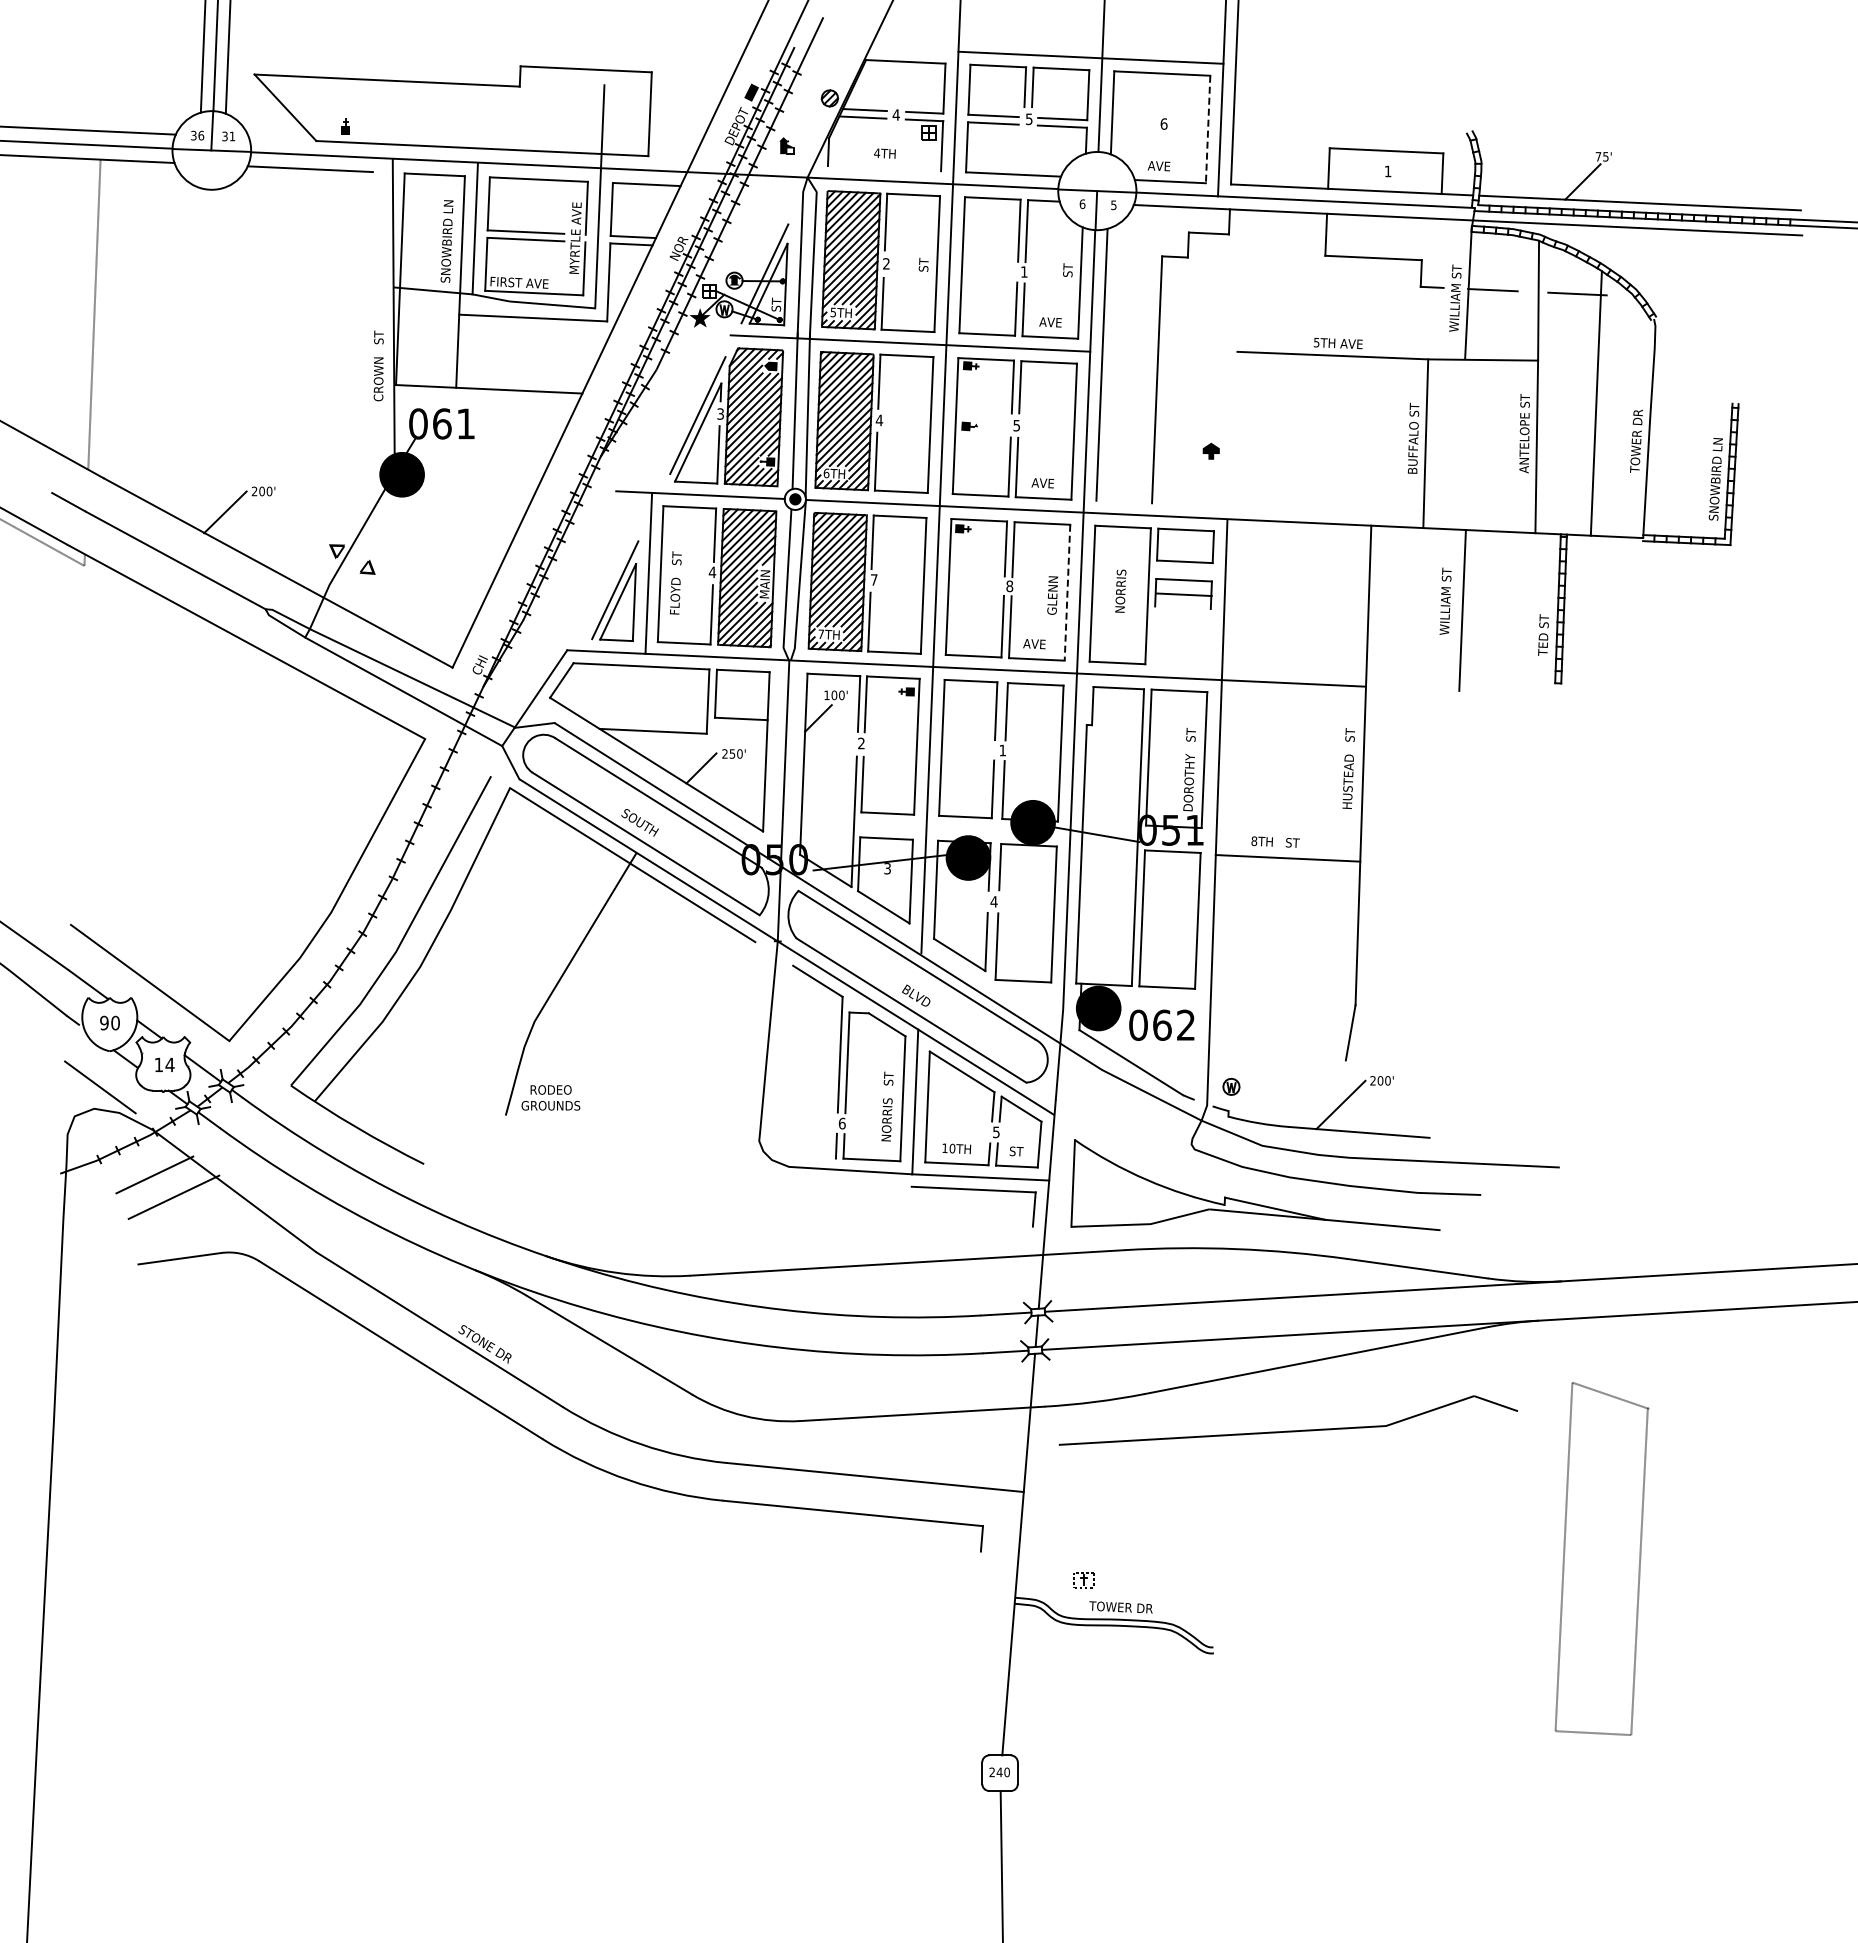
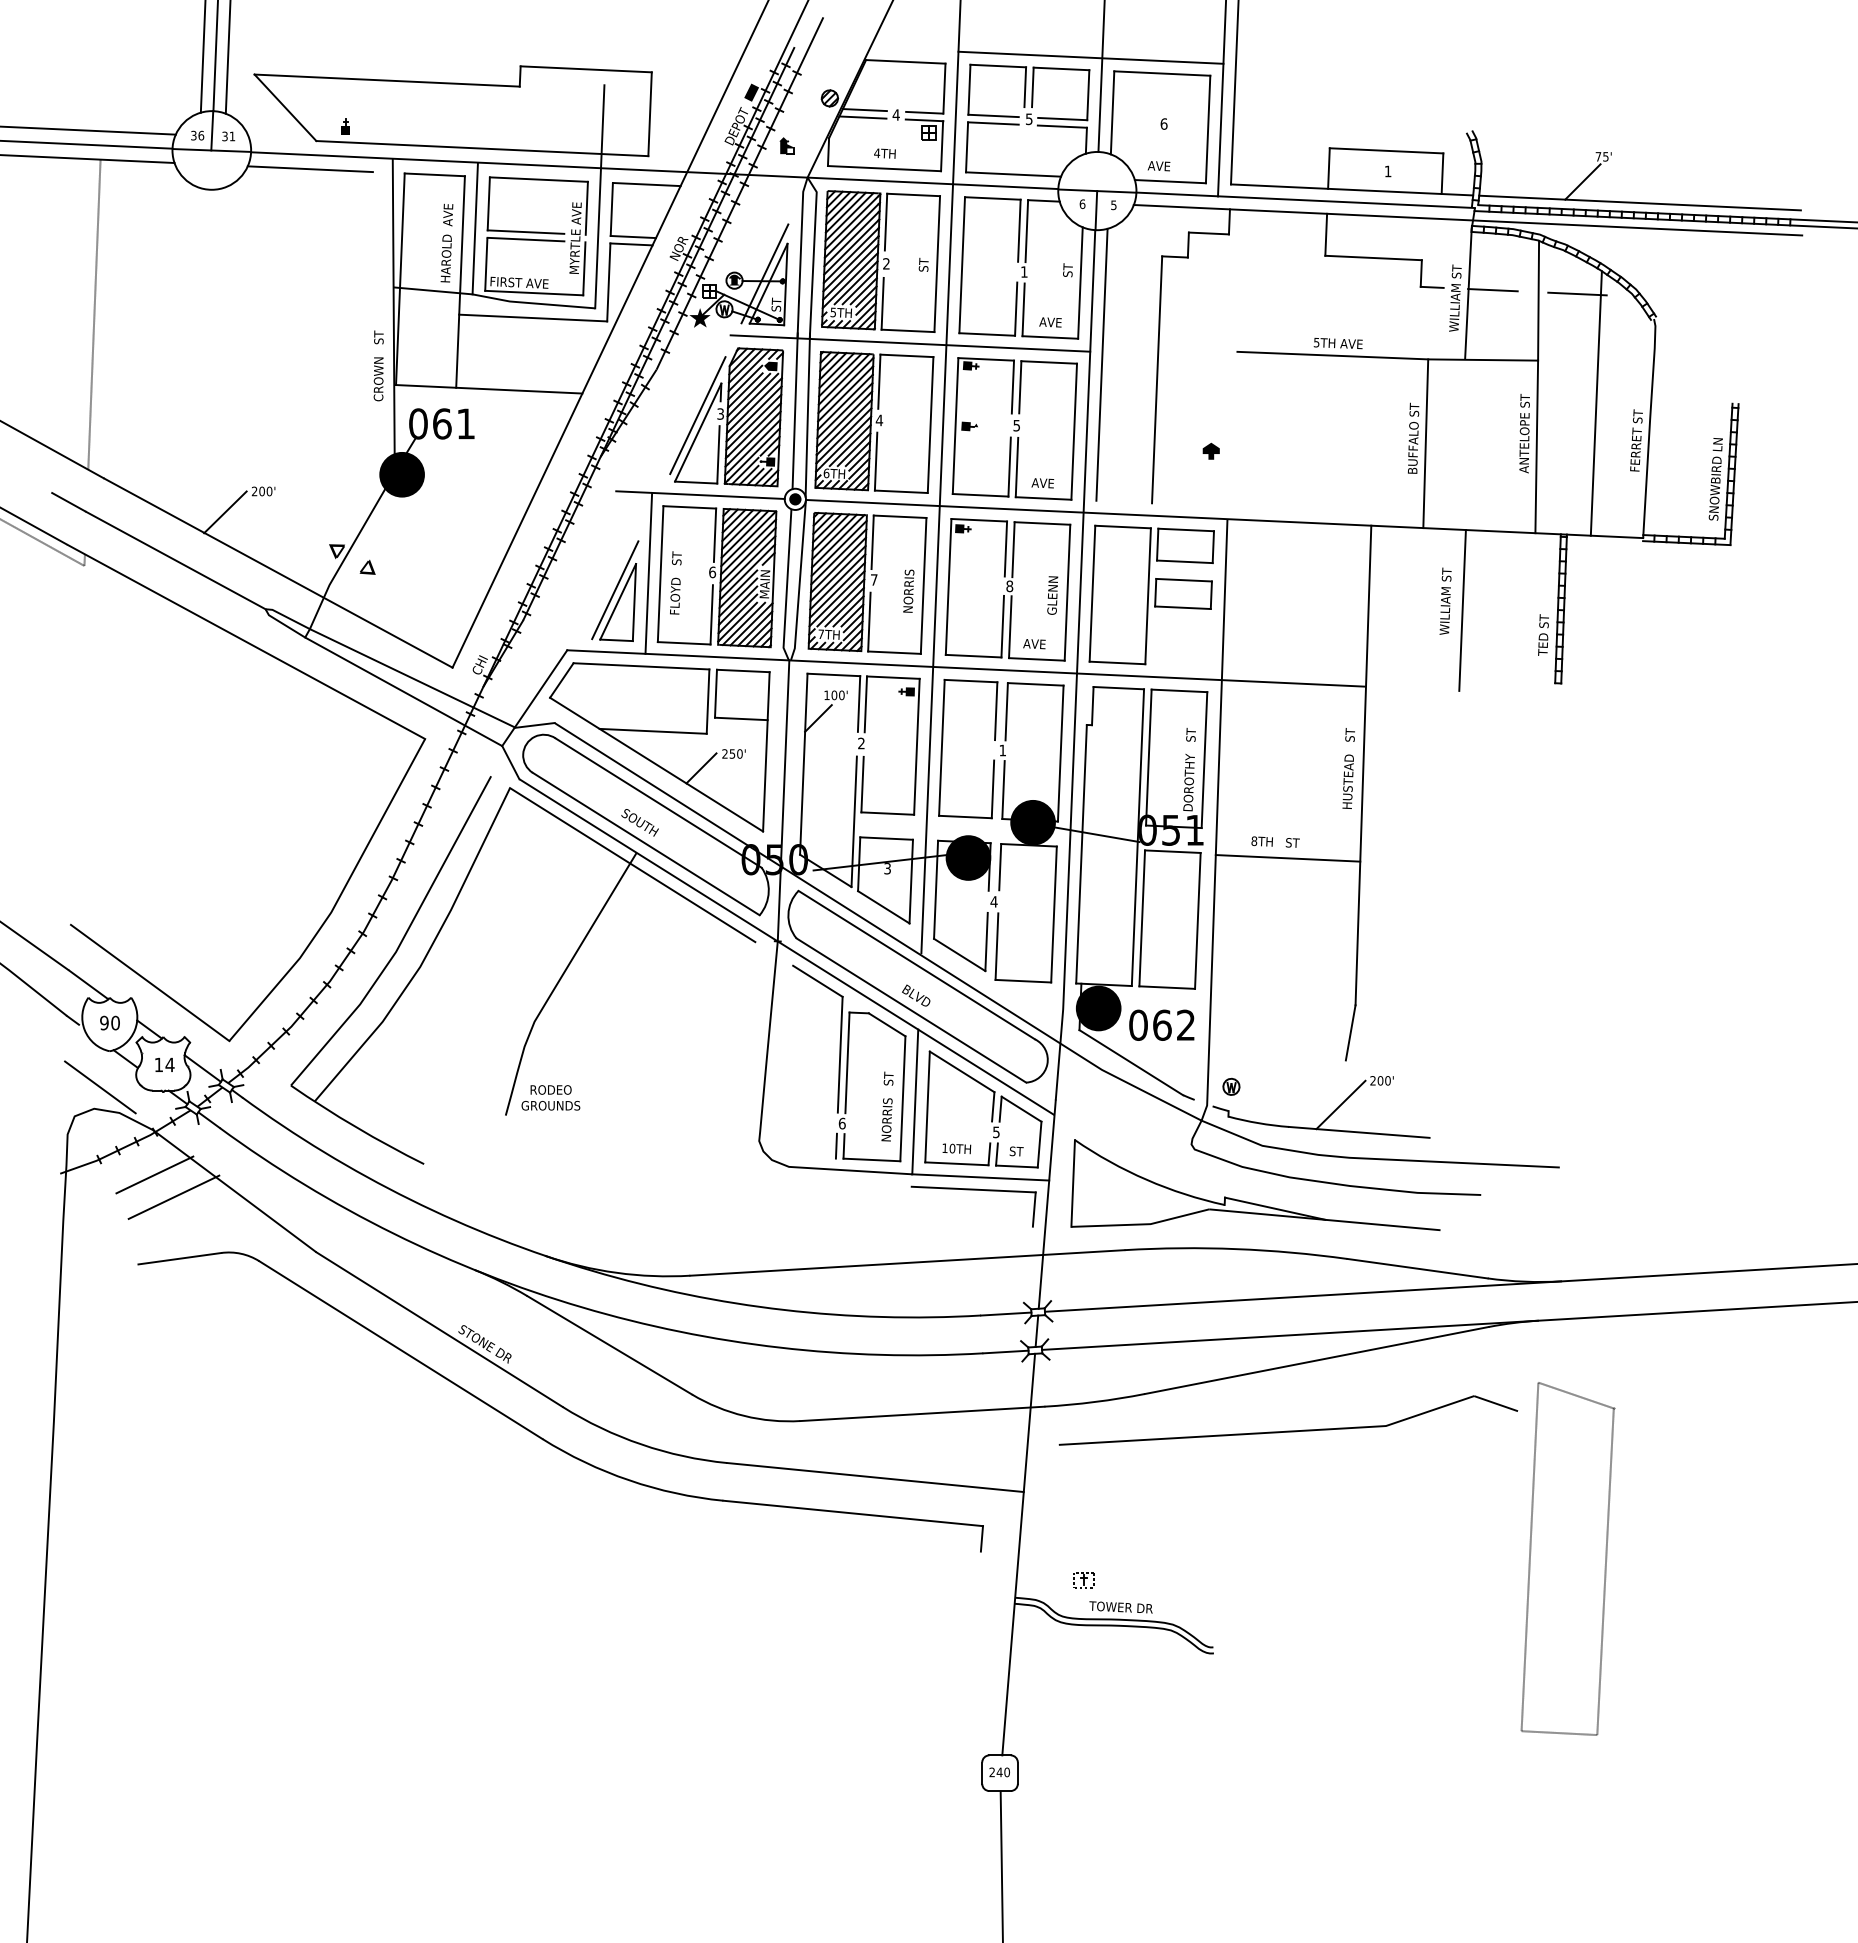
line at (1208, 129): dashed -> solid
line at (884, 168): none -> present
text at (446, 241): SNOWBIRD LN -> HAROLD  AVE
text at (1636, 440): TOWER DR -> FERRET ST
text at (711, 572): 4 -> 6
text at (1120, 590) position: (1120, 590) -> (908, 590)
line at (1067, 593): dashed -> solid
line at (1183, 594) position: (1183, 594) -> (1182, 607)
part at (1601, 1558) position: (1601, 1558) -> (1567, 1558)
